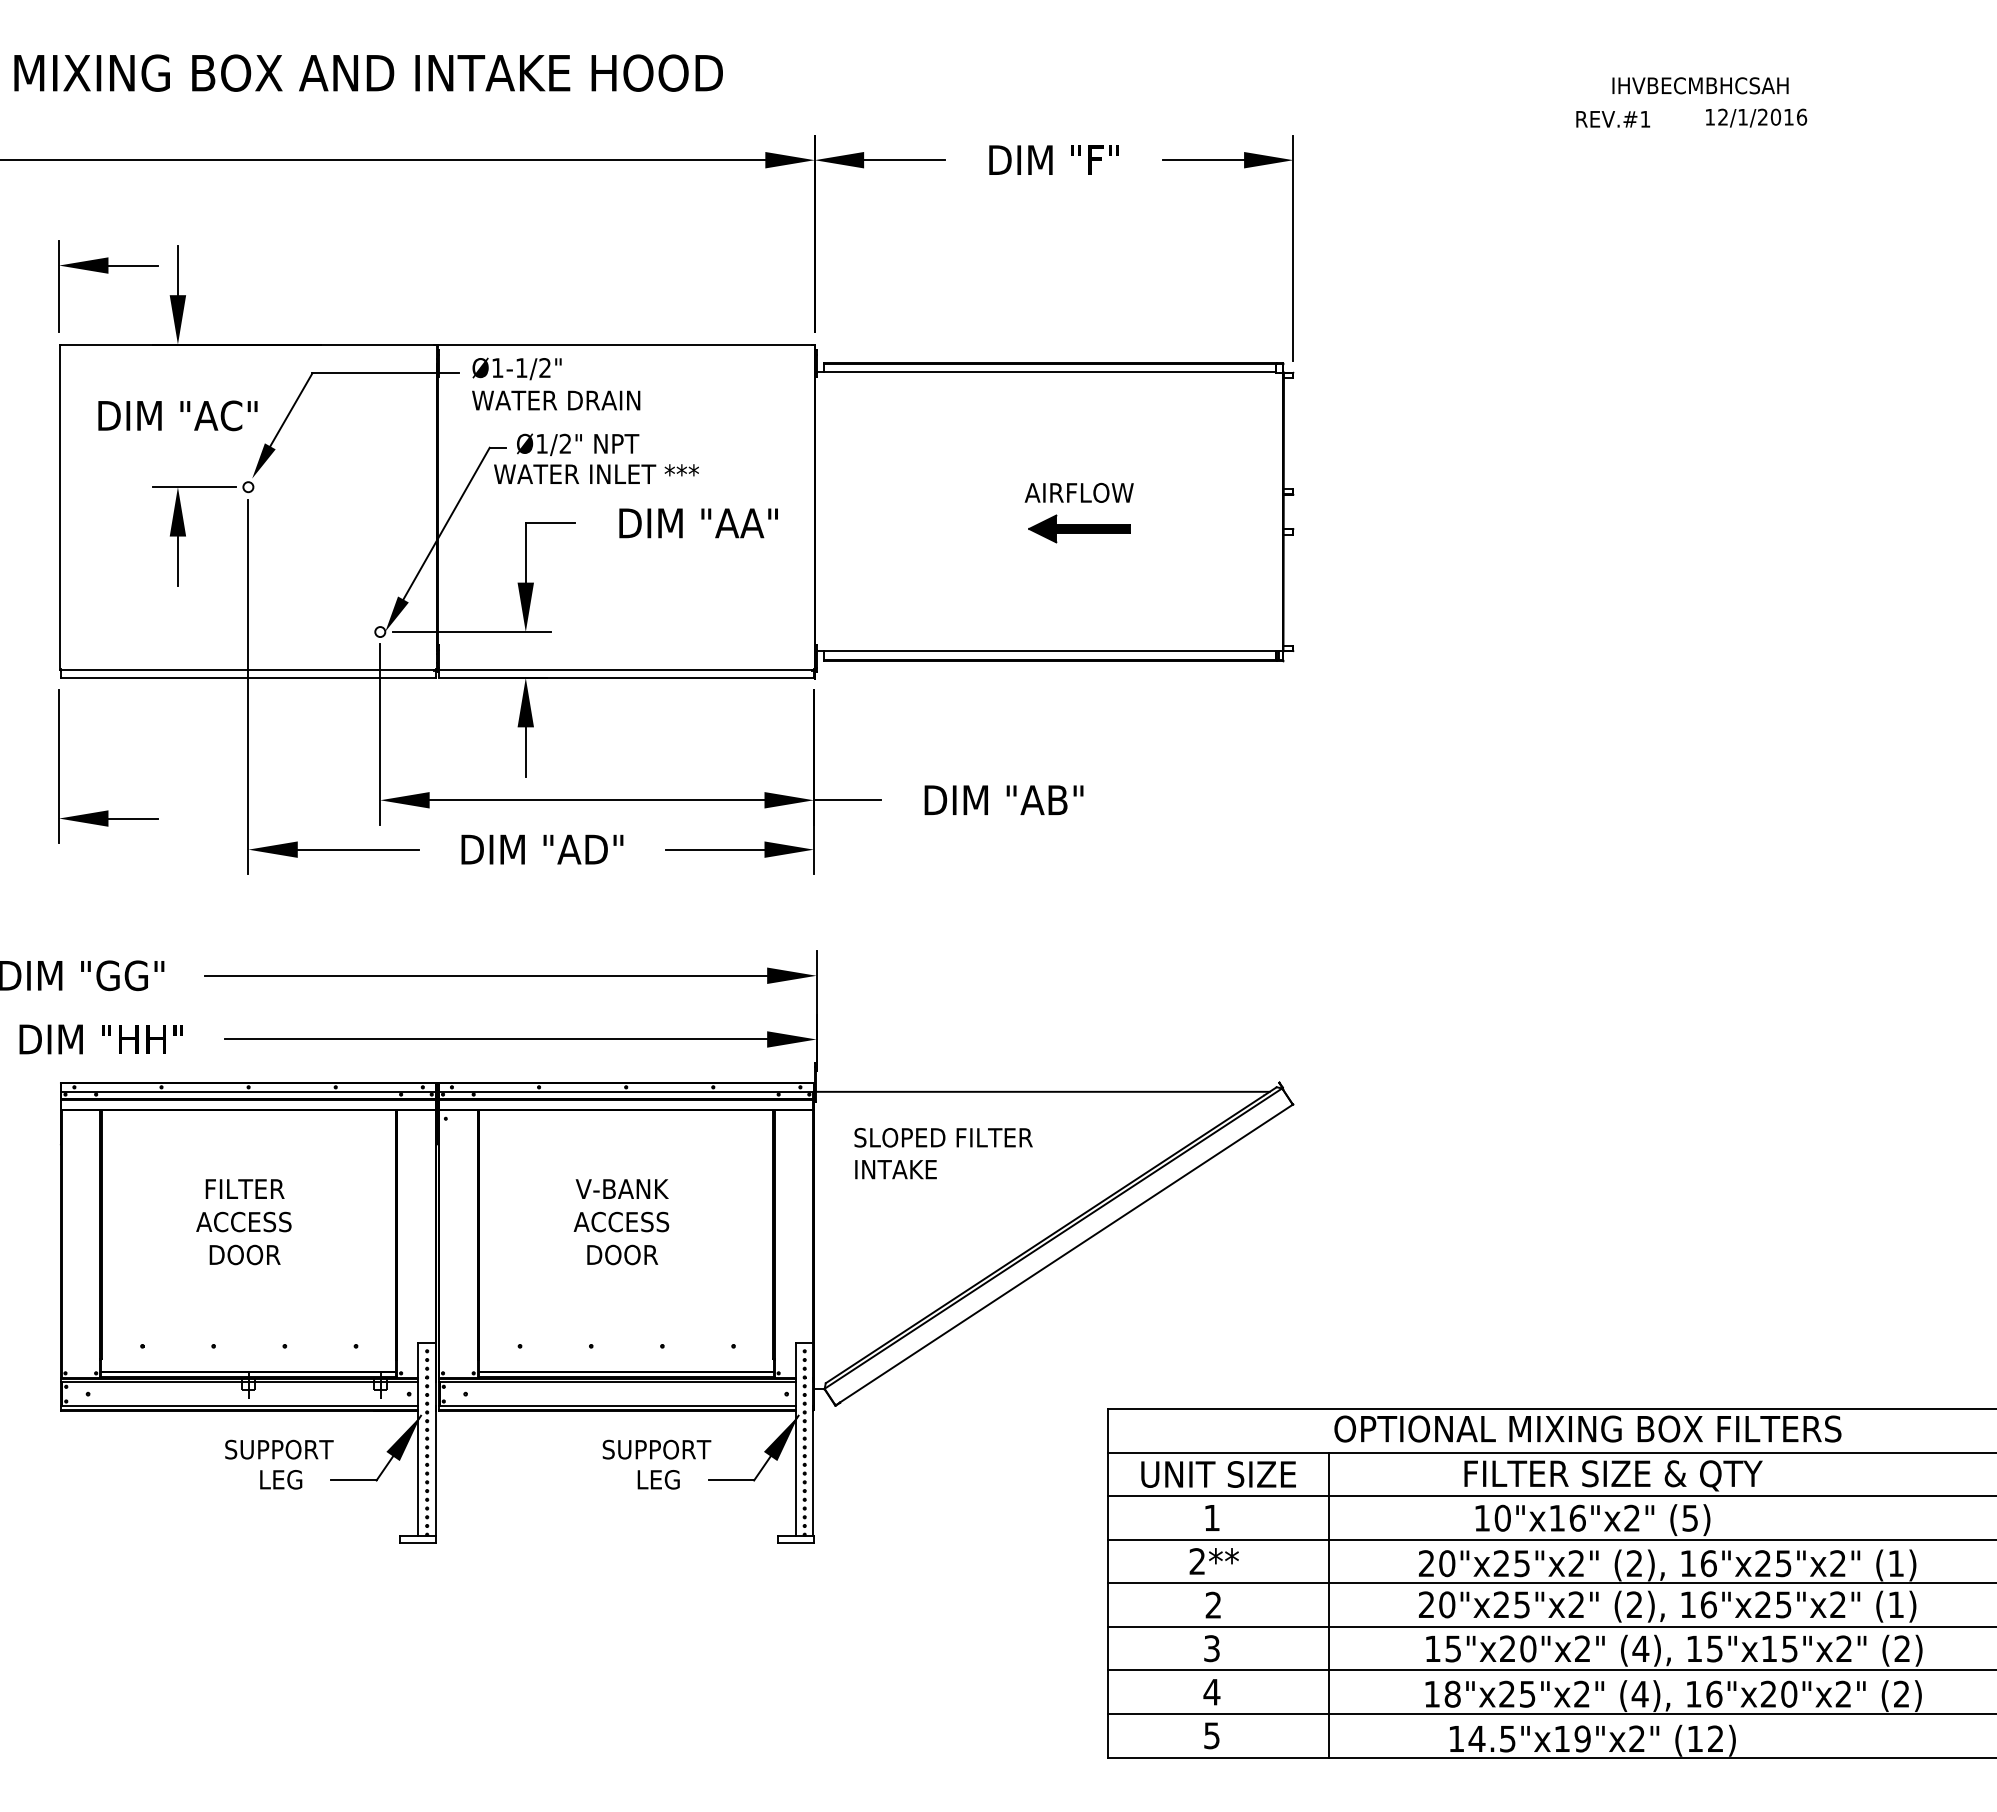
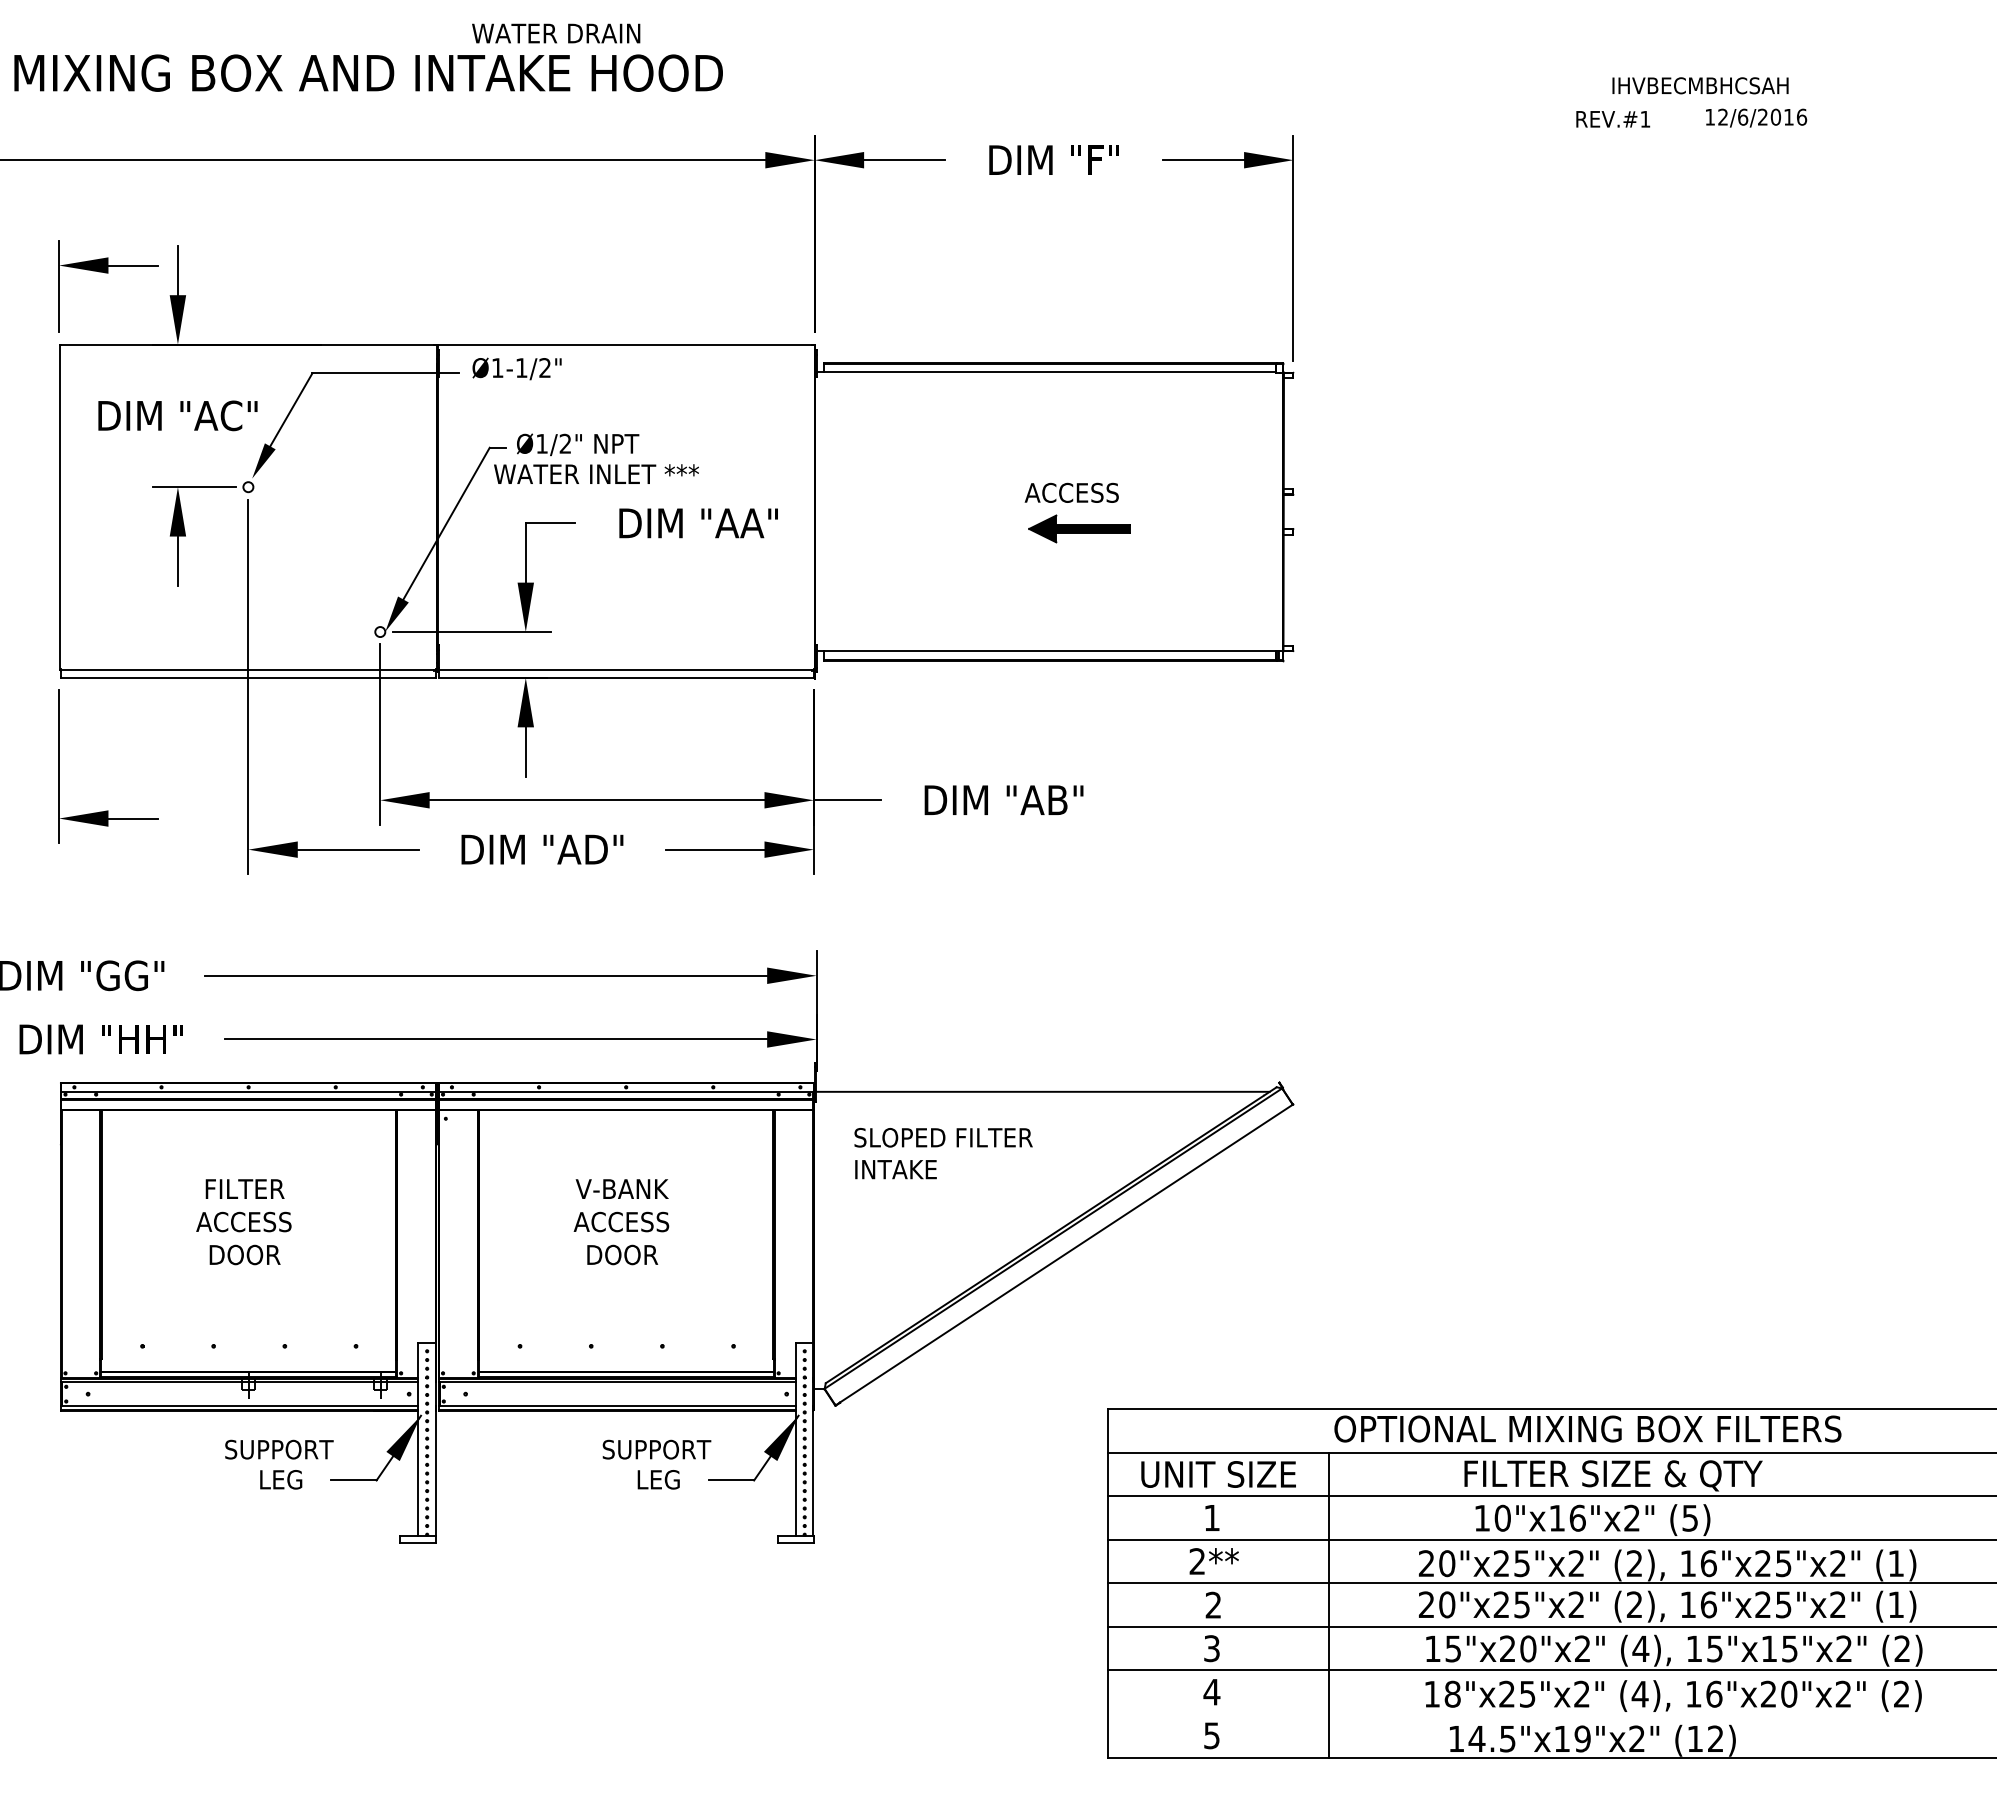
text at (1743, 116): 12/1/2016 -> 12/6/2016
text at (556, 400) position: (556, 400) -> (556, 33)
text at (1087, 492): AIRFLOW -> ACCESS
line at (1550, 1713): present -> none
